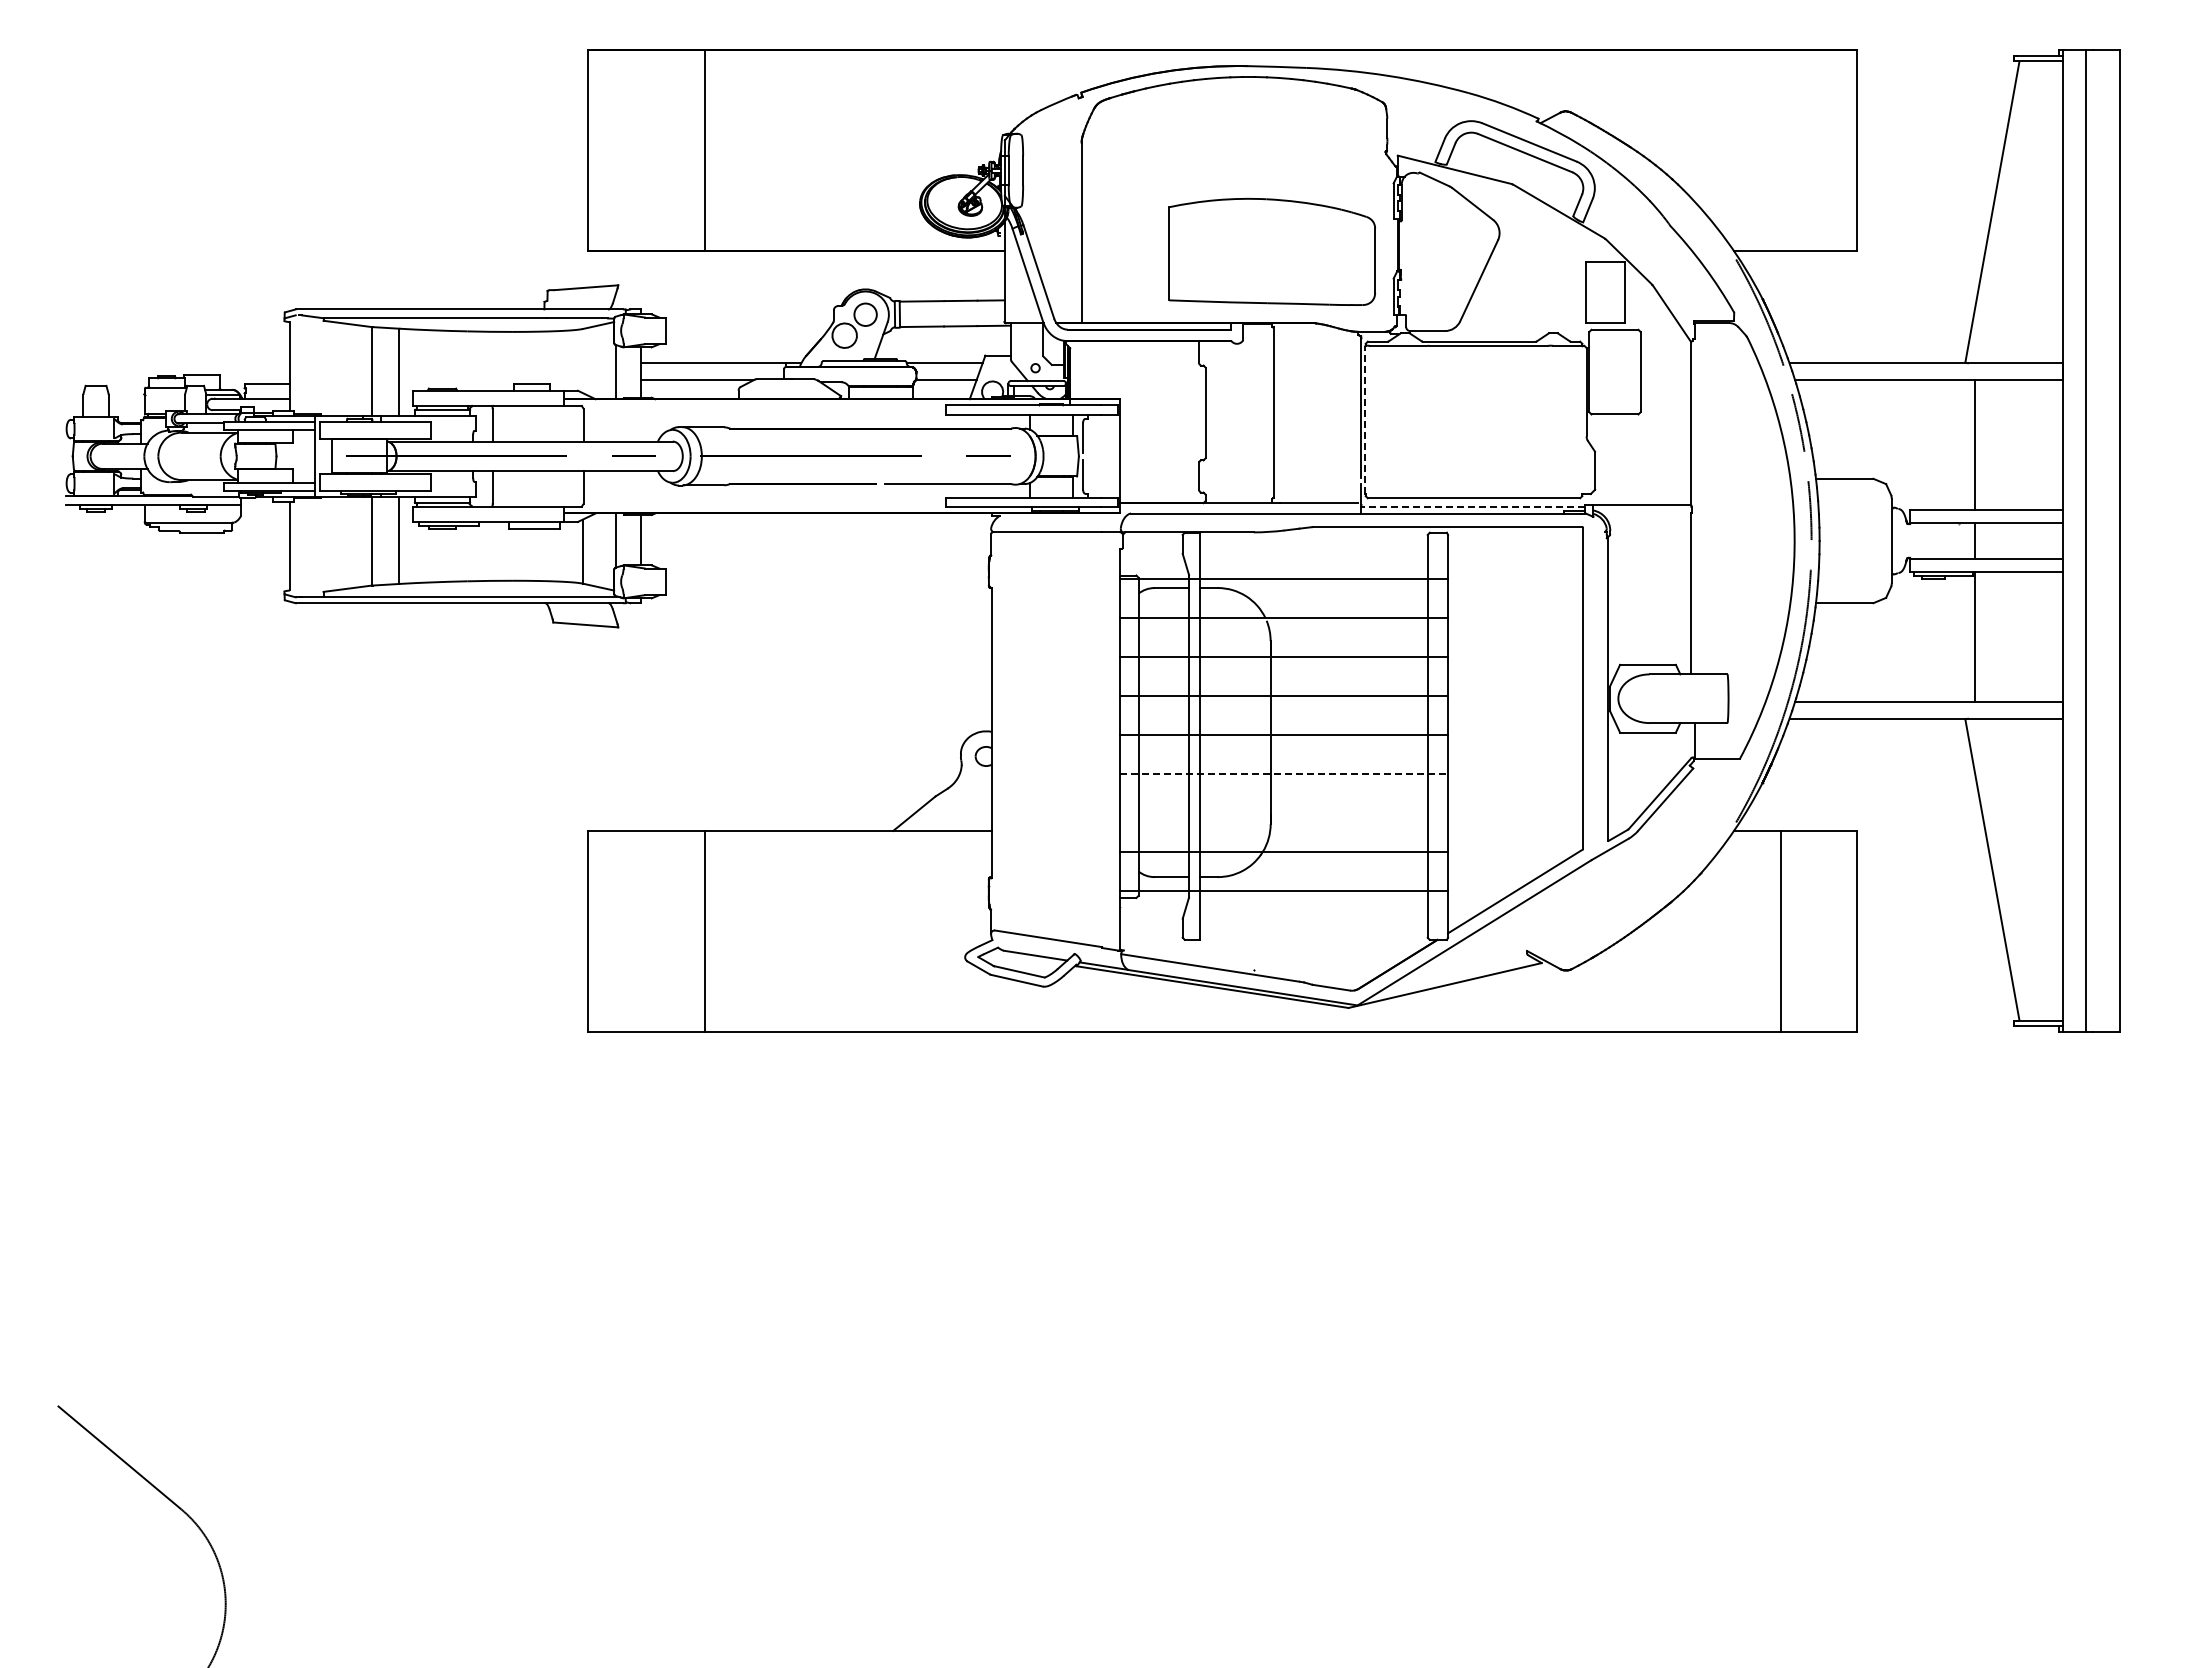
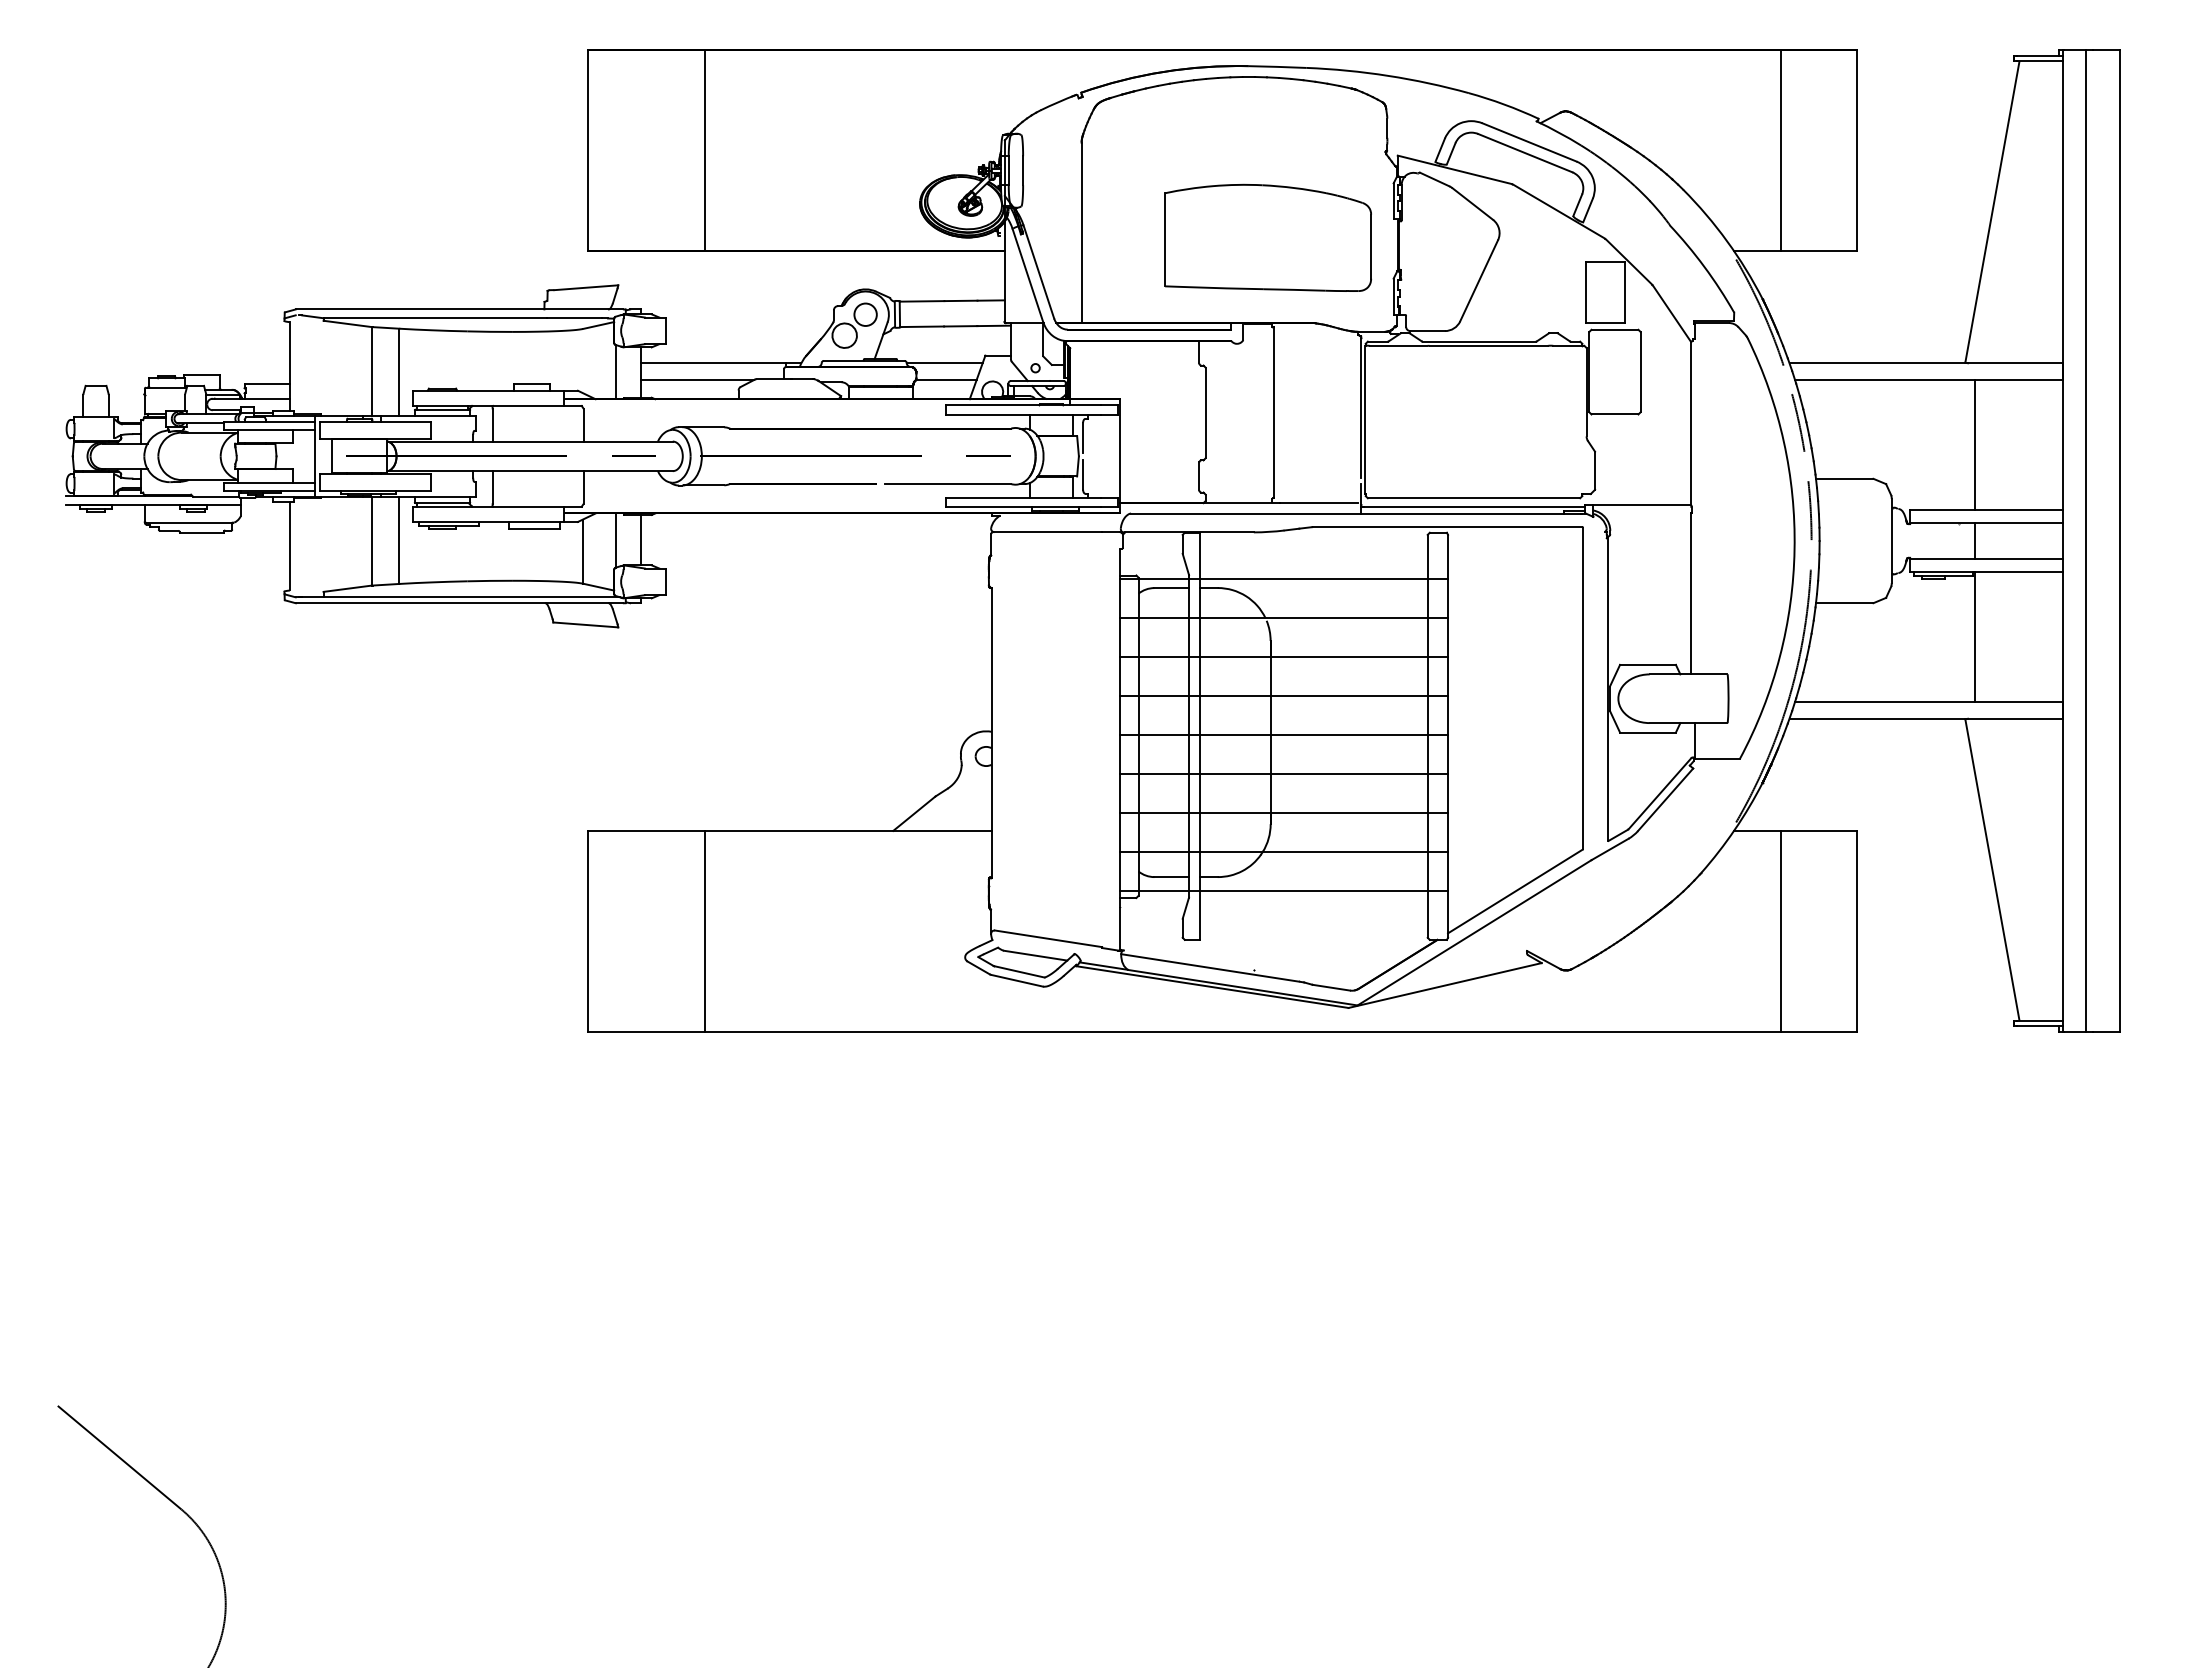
line at (1780, 150): none -> present
part at (1271, 251) position: (1271, 251) -> (1267, 237)
line at (1365, 419): dashed -> solid
line at (1473, 507): dashed -> solid
line at (1284, 774): dashed -> solid
line at (1284, 812): none -> present
